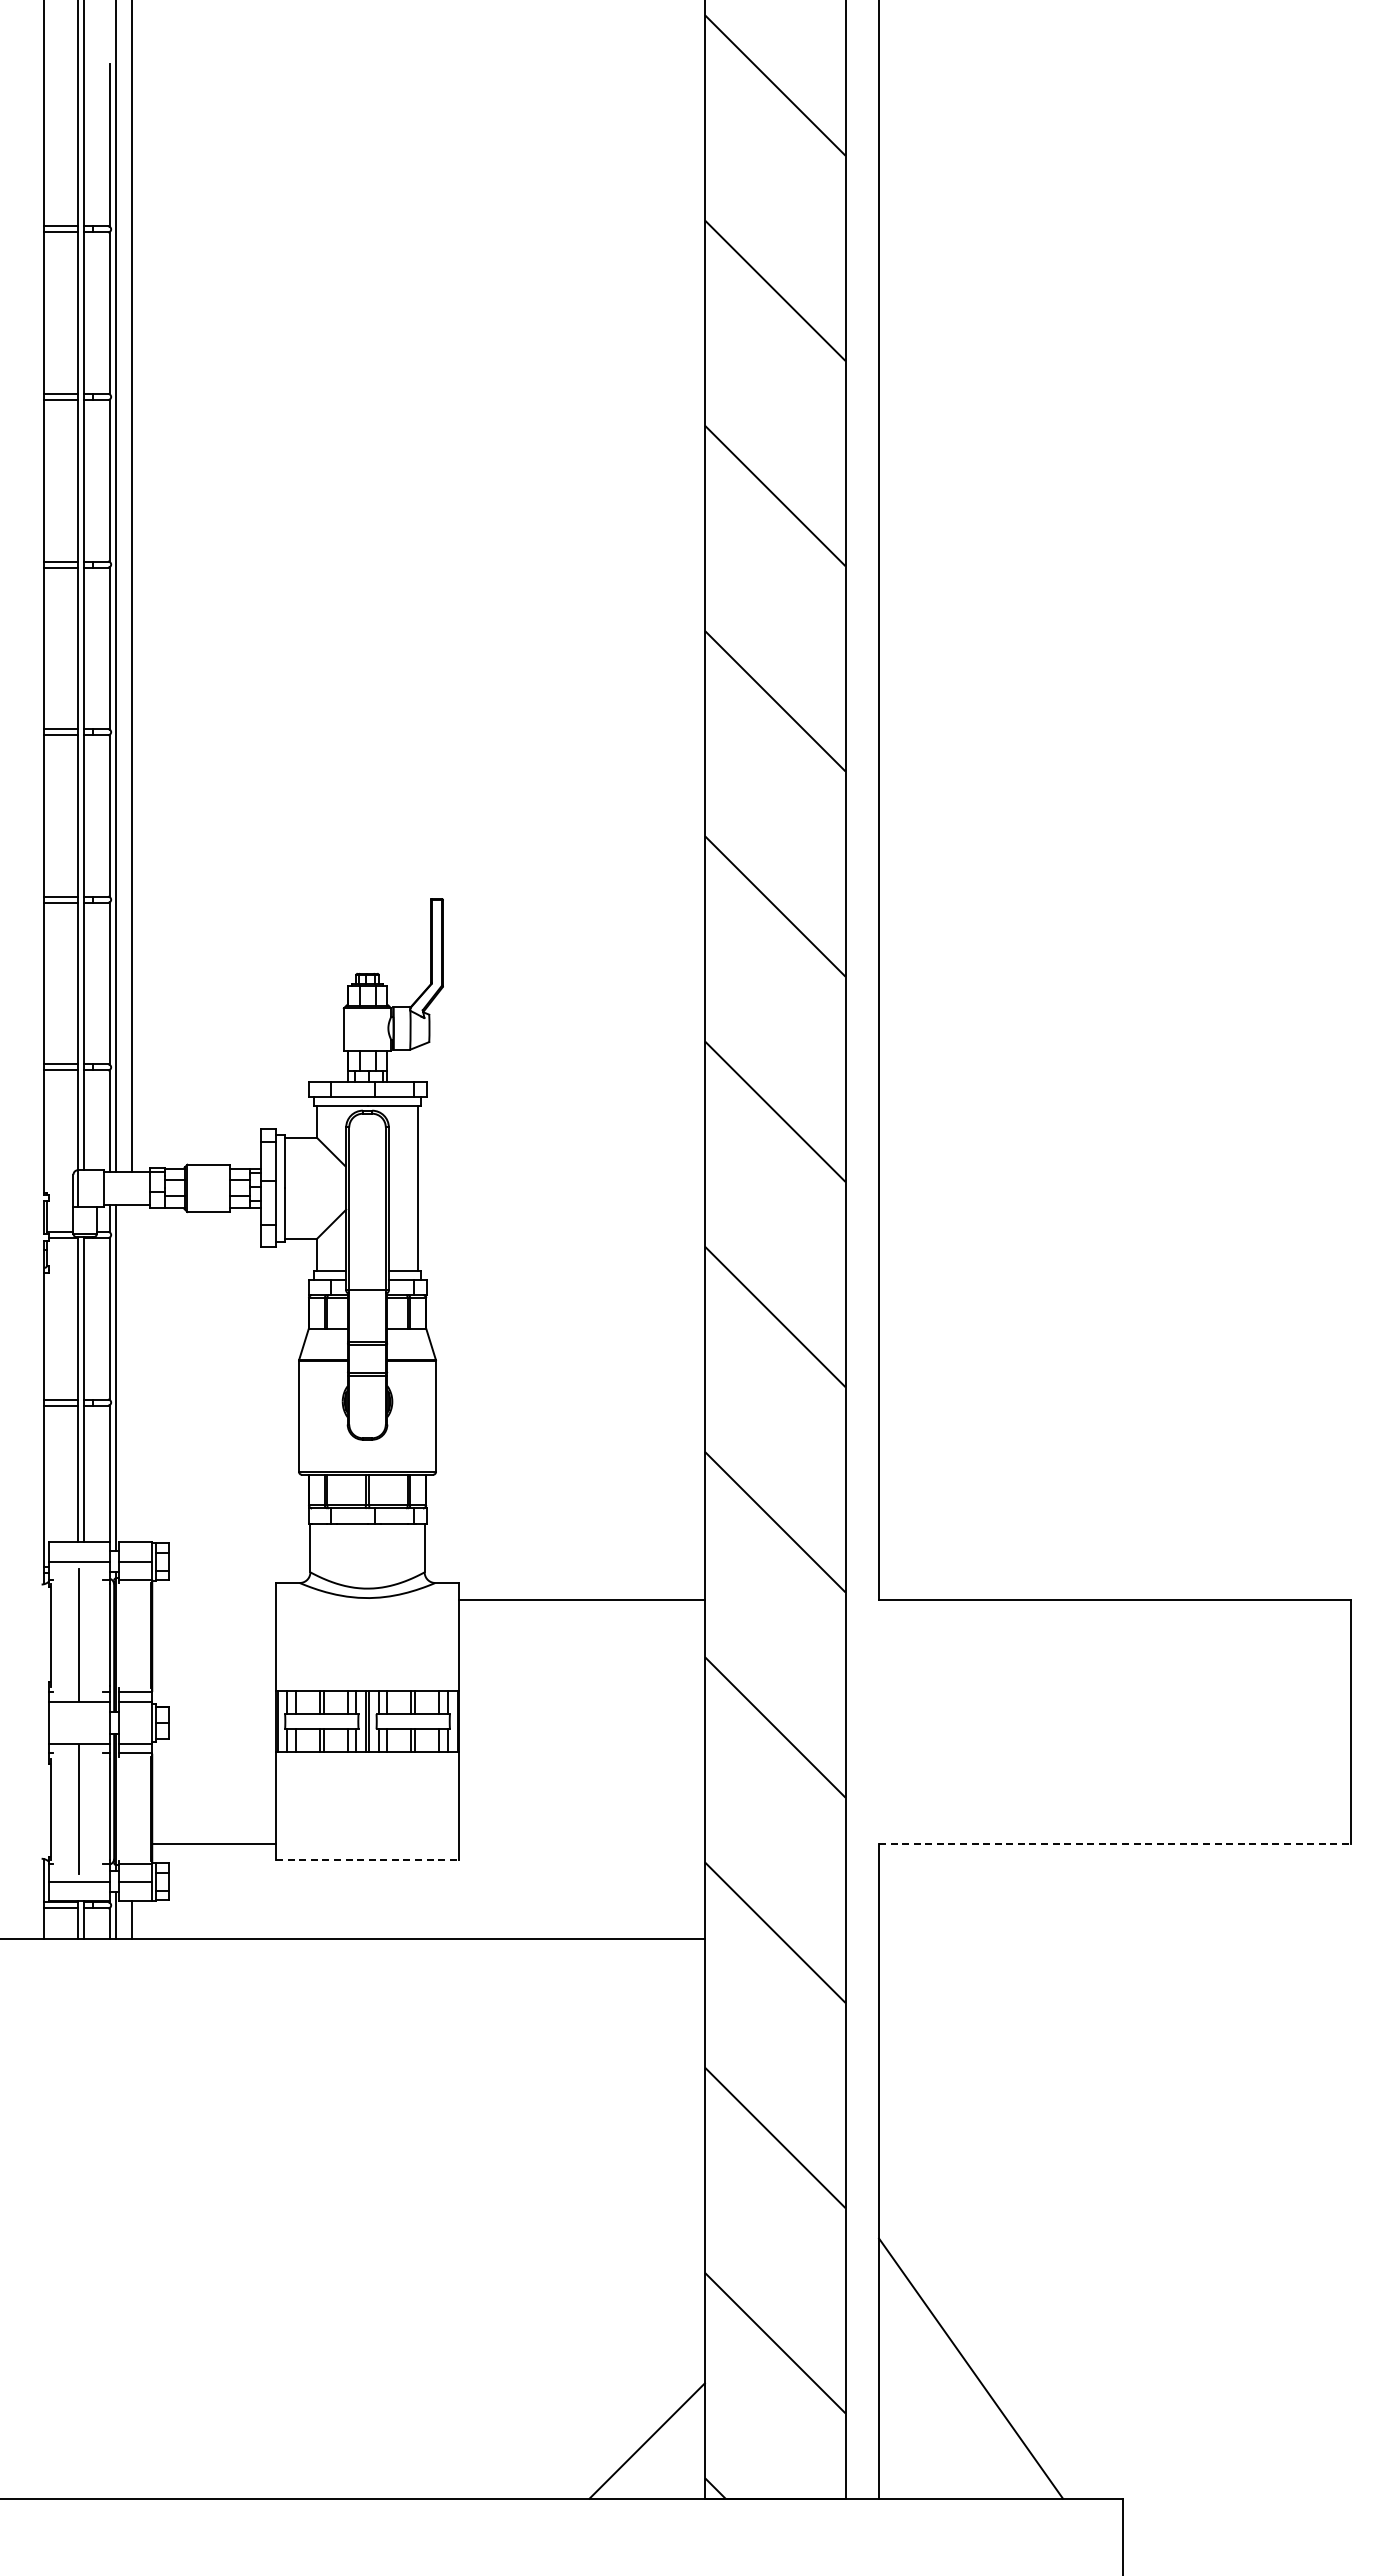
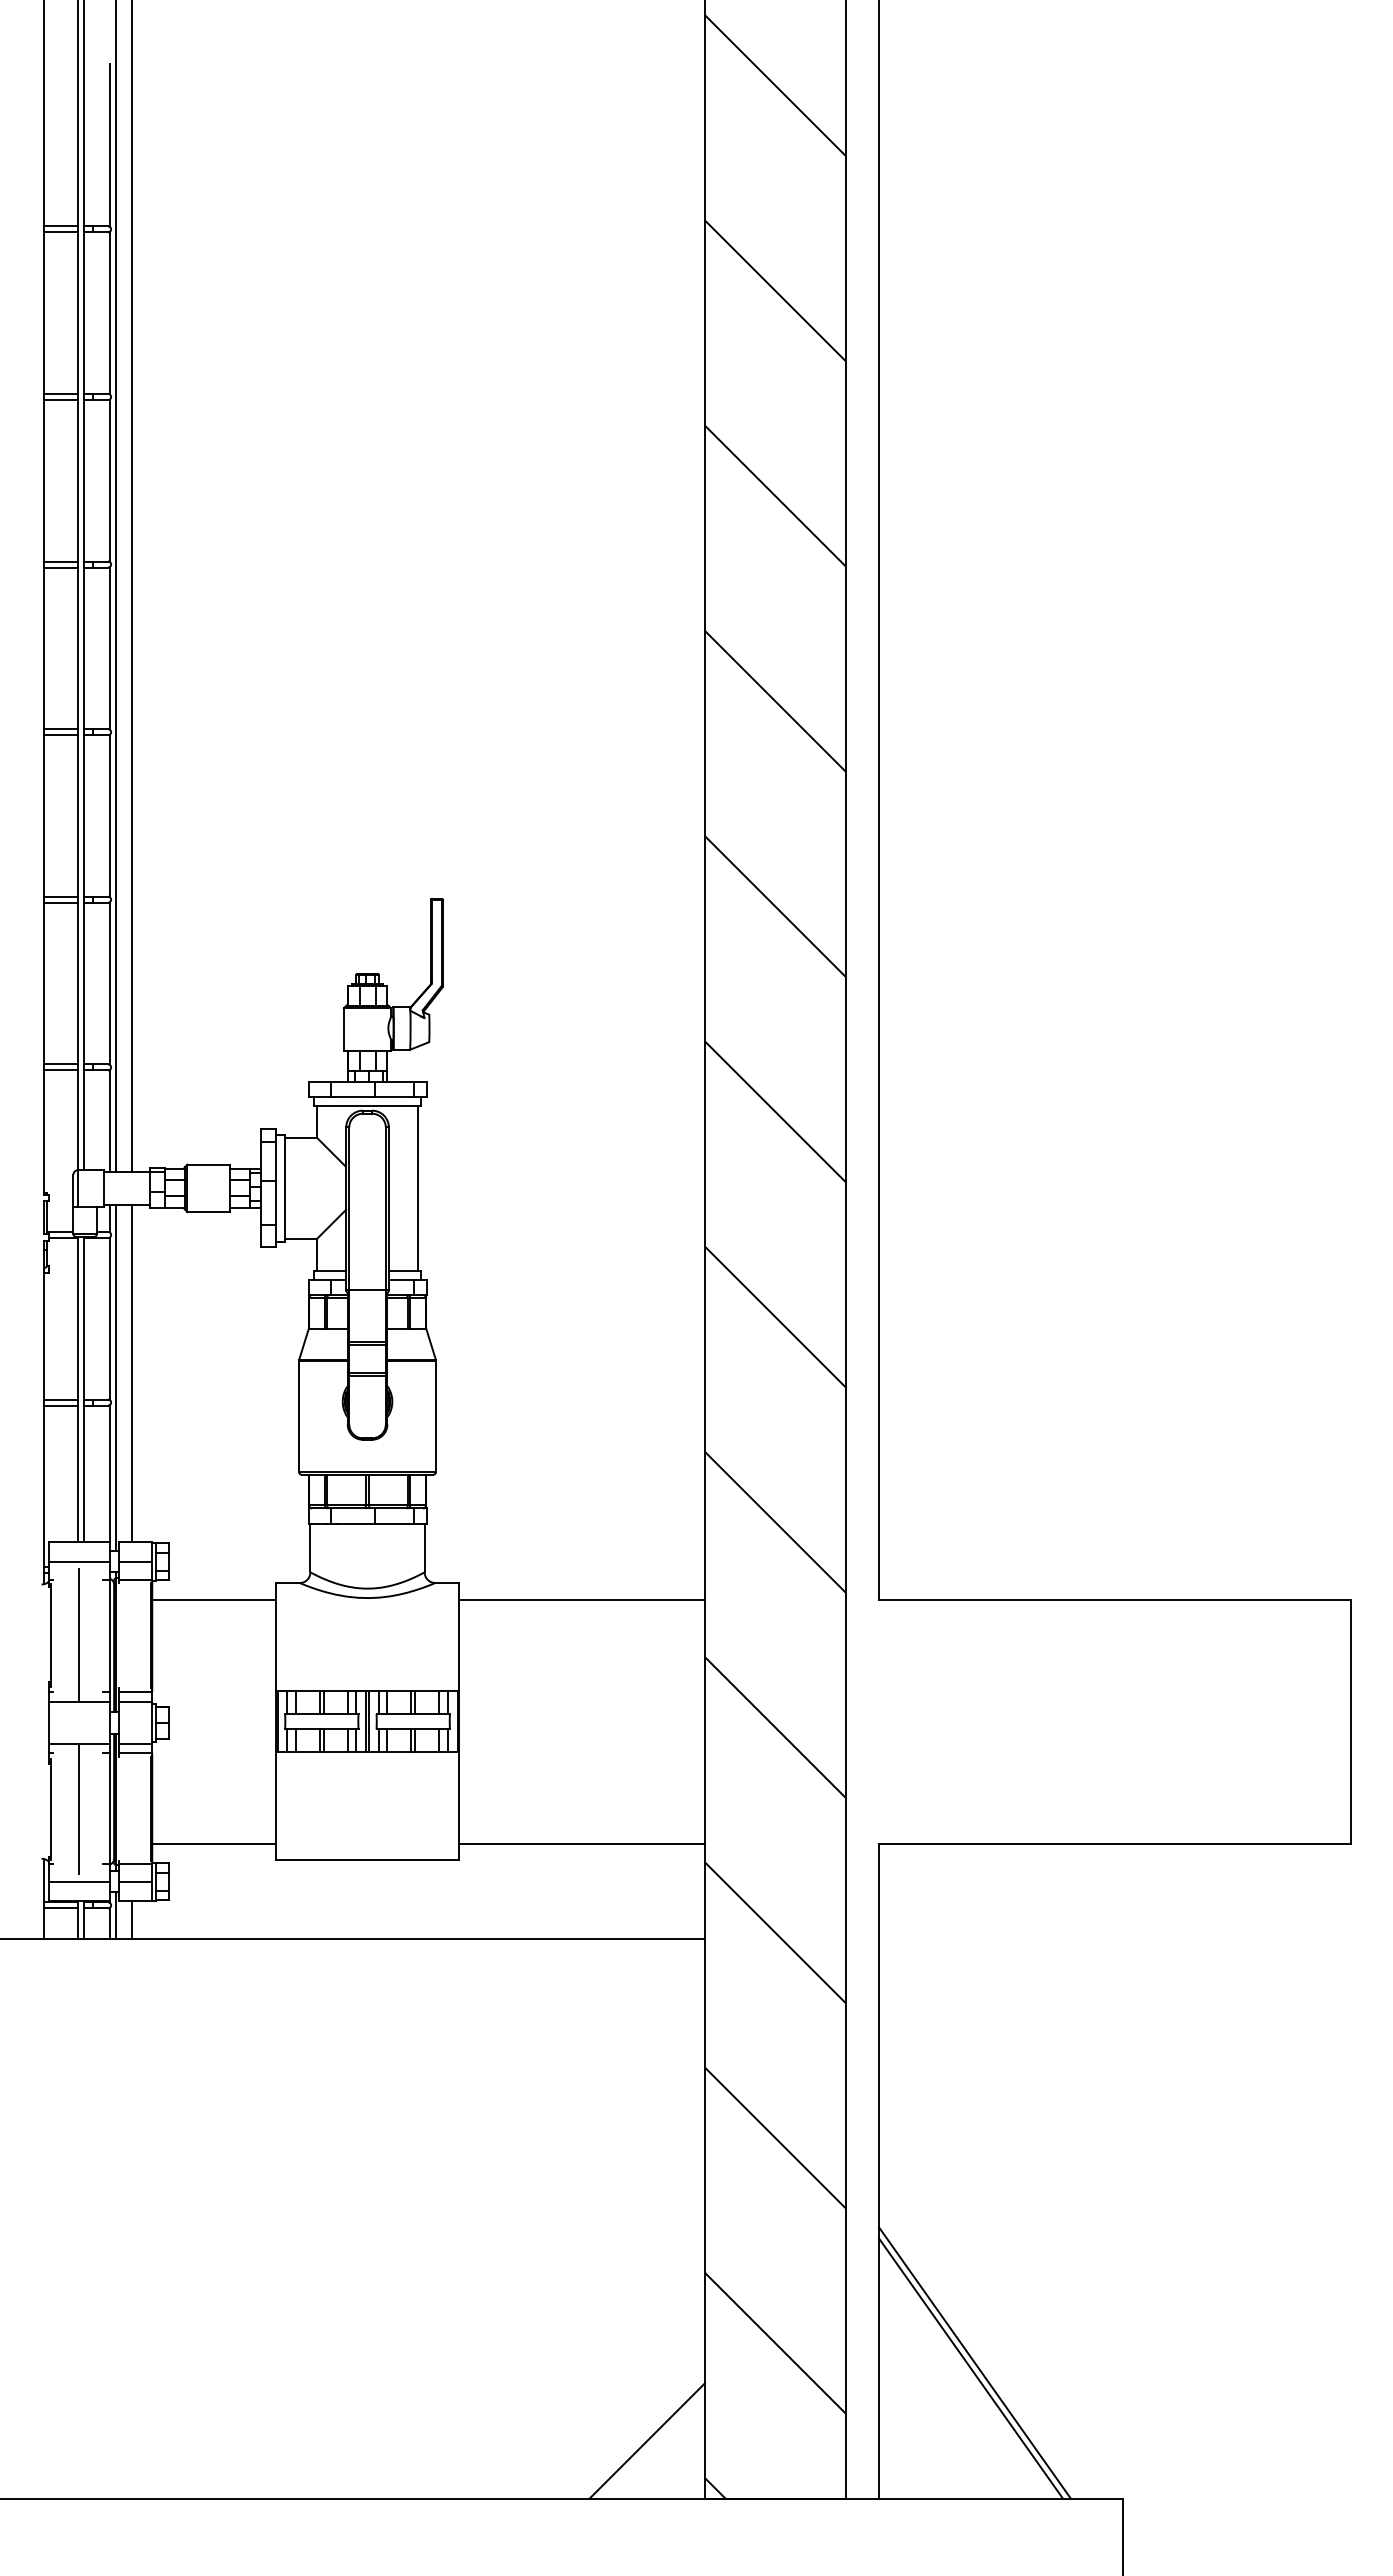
line at (132, 1373): none -> present
line at (214, 1599): none -> present
line at (581, 1843): none -> present
line at (1115, 1843): dashed -> solid
line at (368, 1860): dashed -> solid
line at (974, 2362): none -> present
